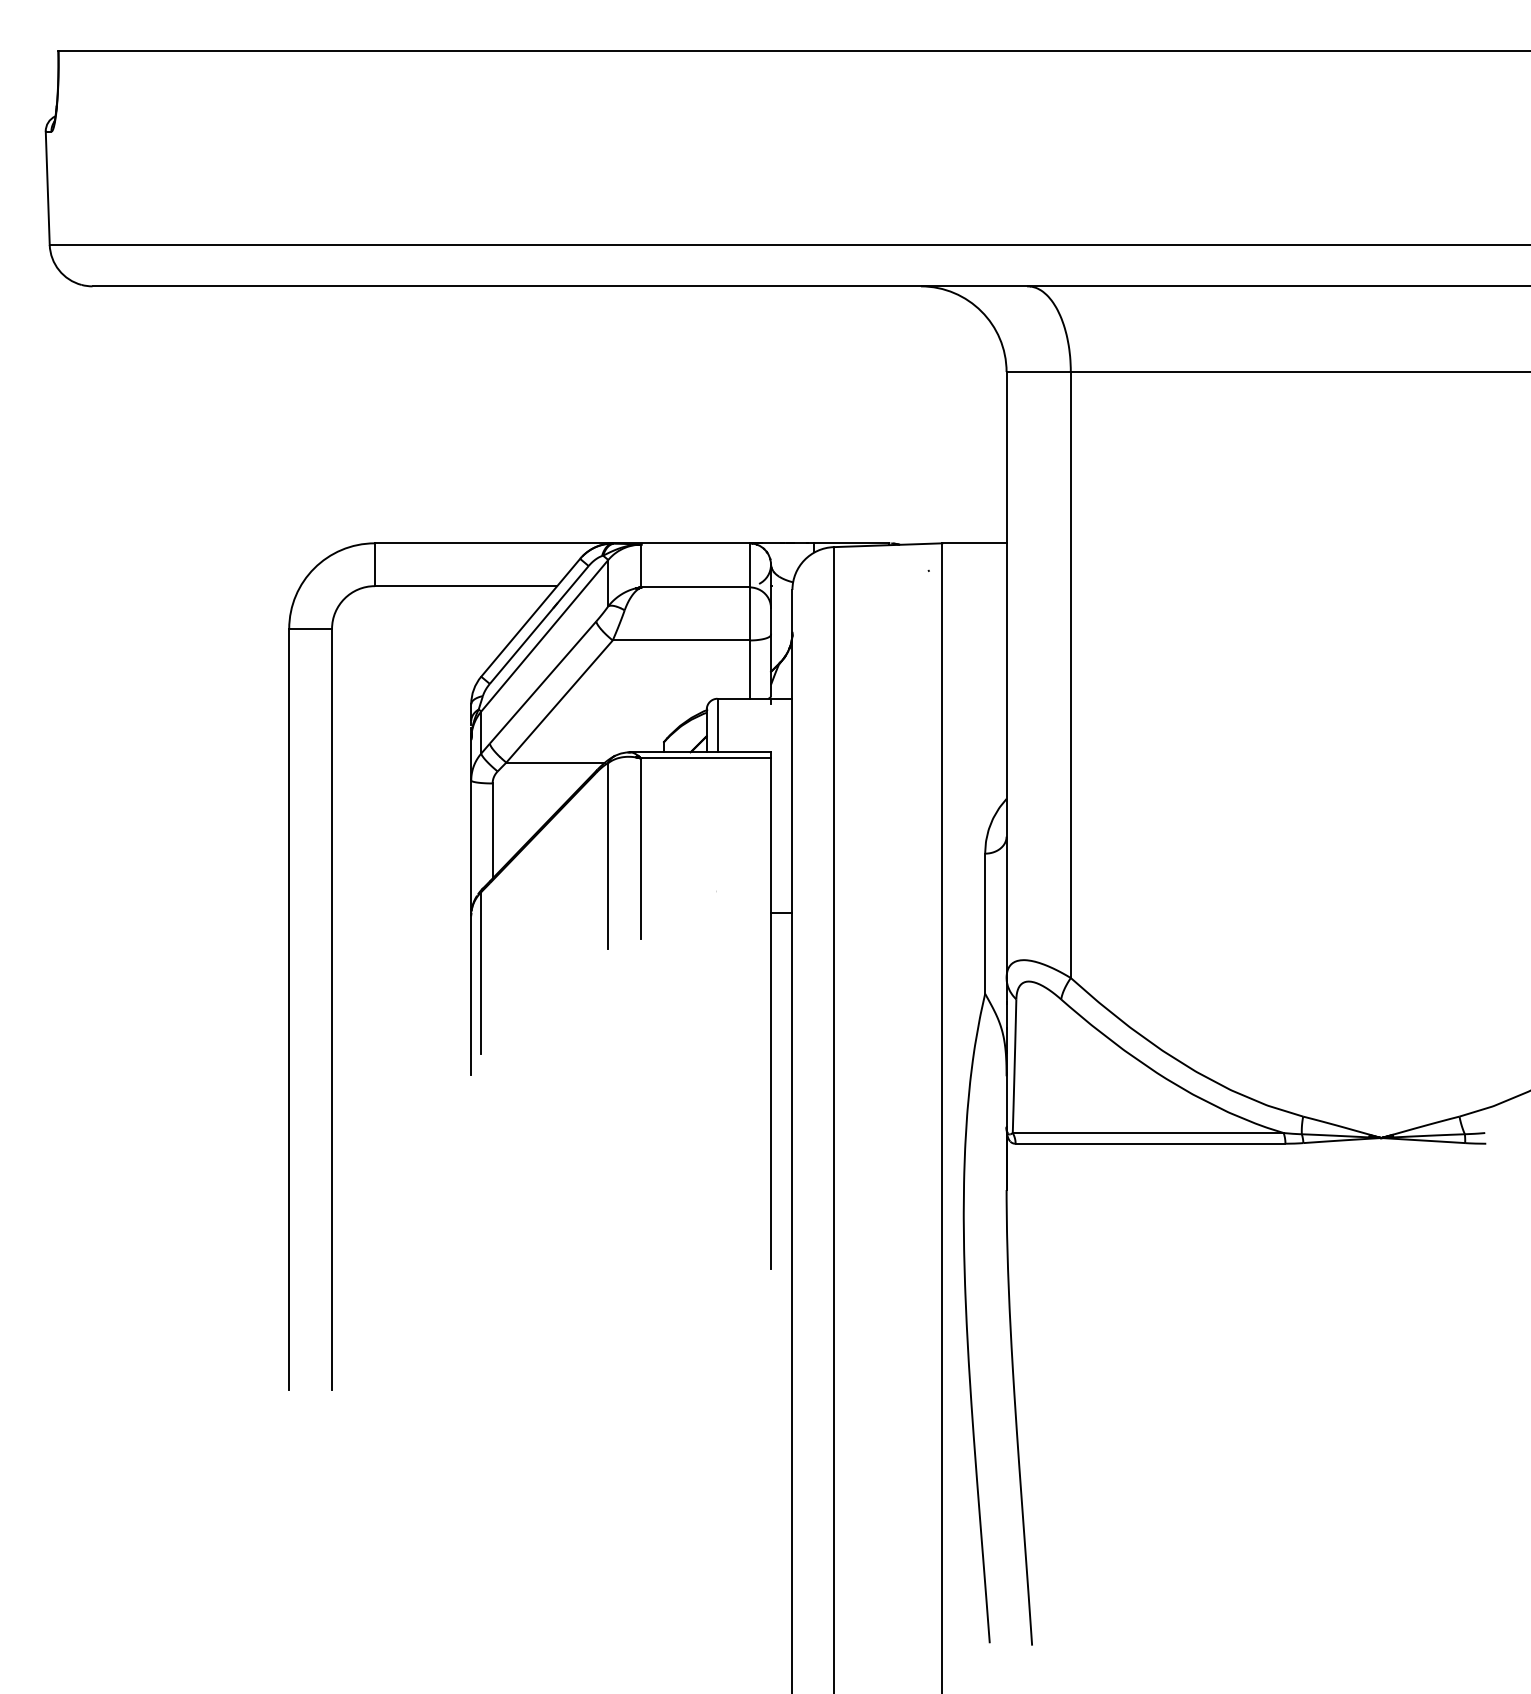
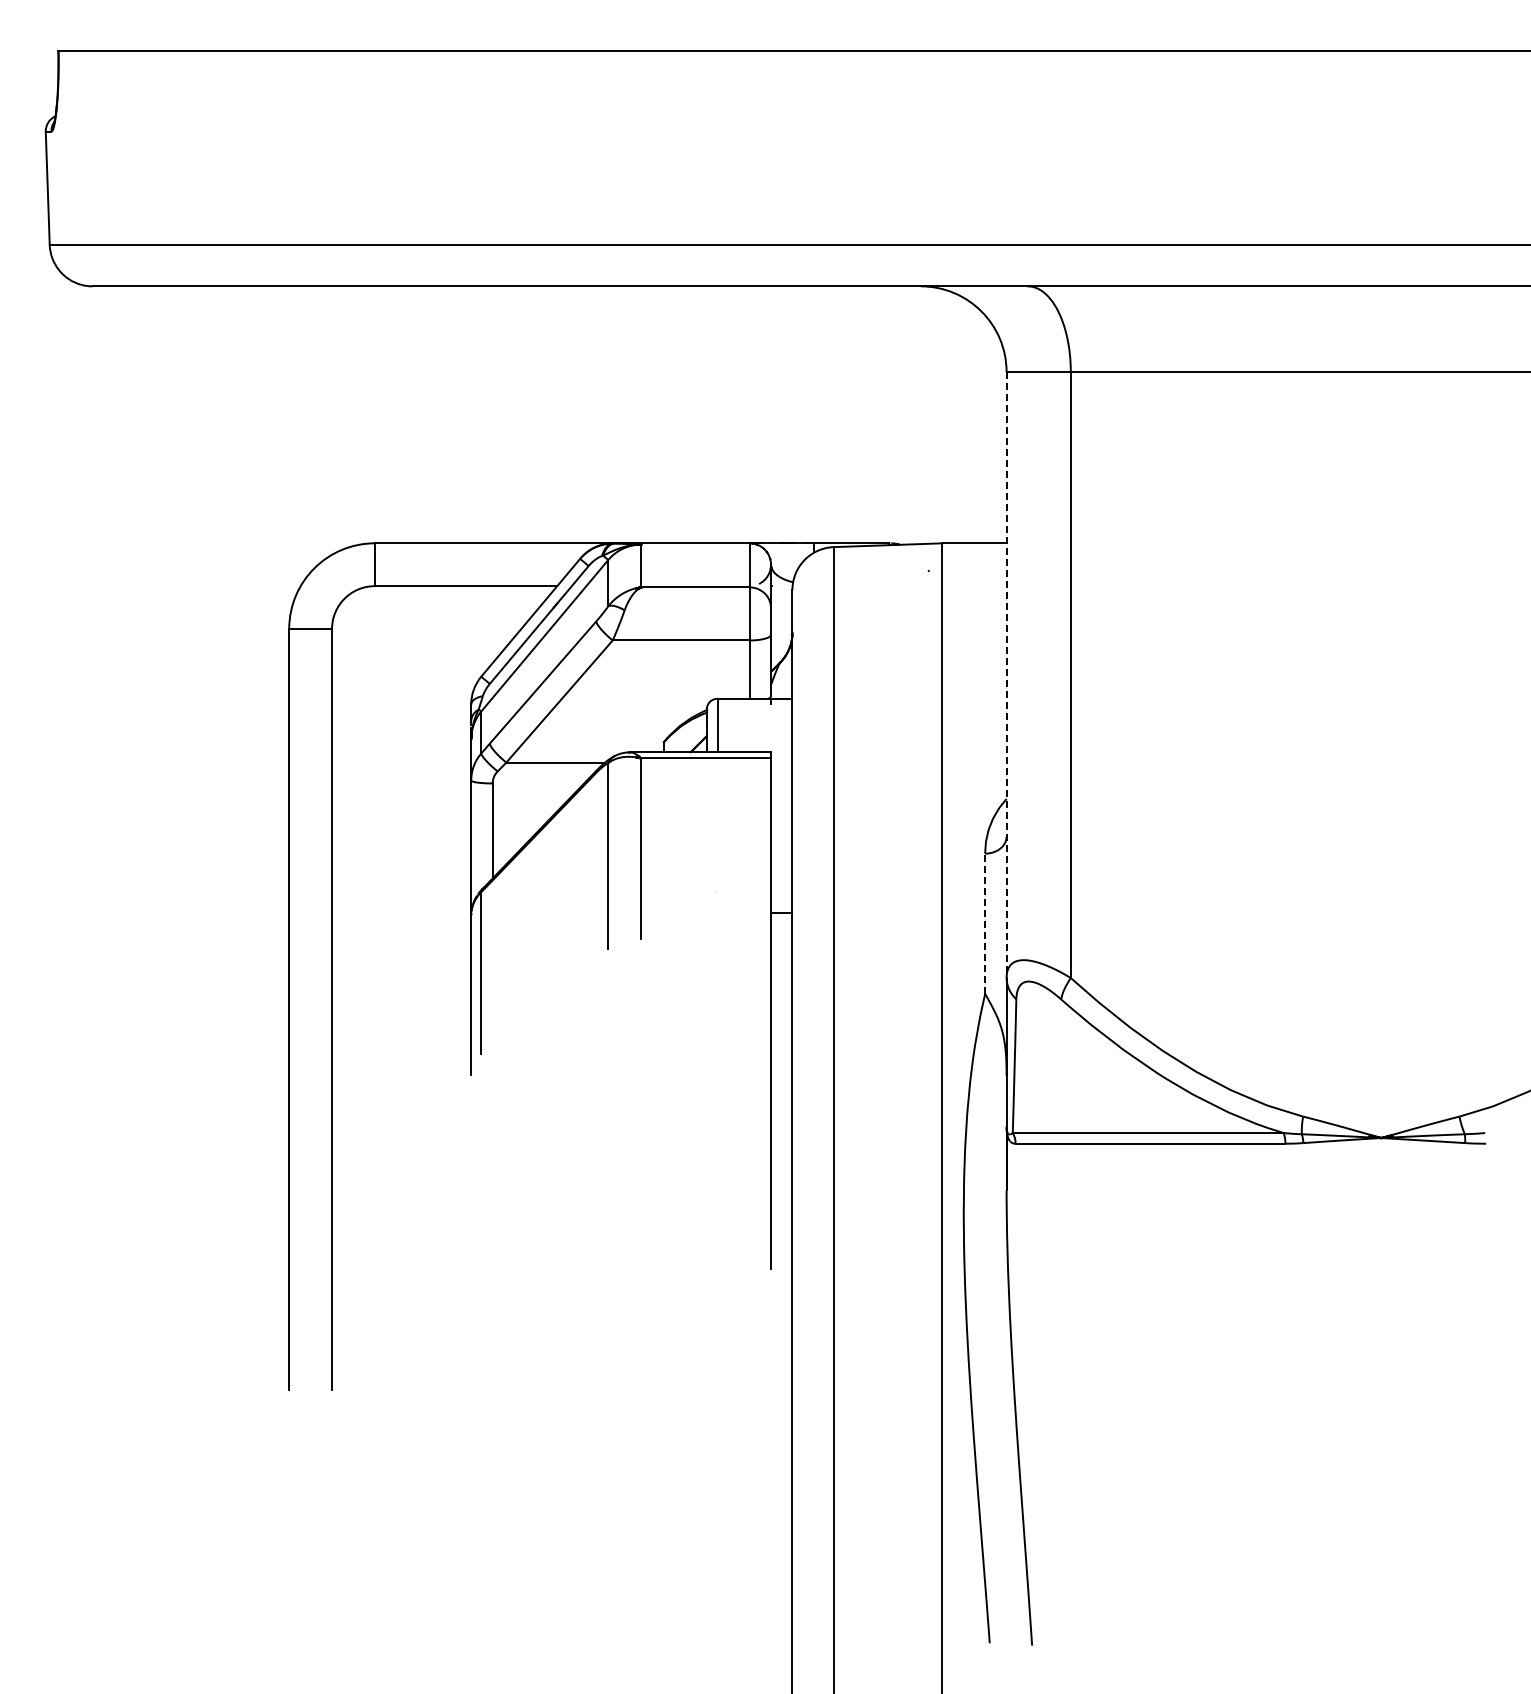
line at (1006, 675): solid -> dashed
line at (985, 923): solid -> dashed
